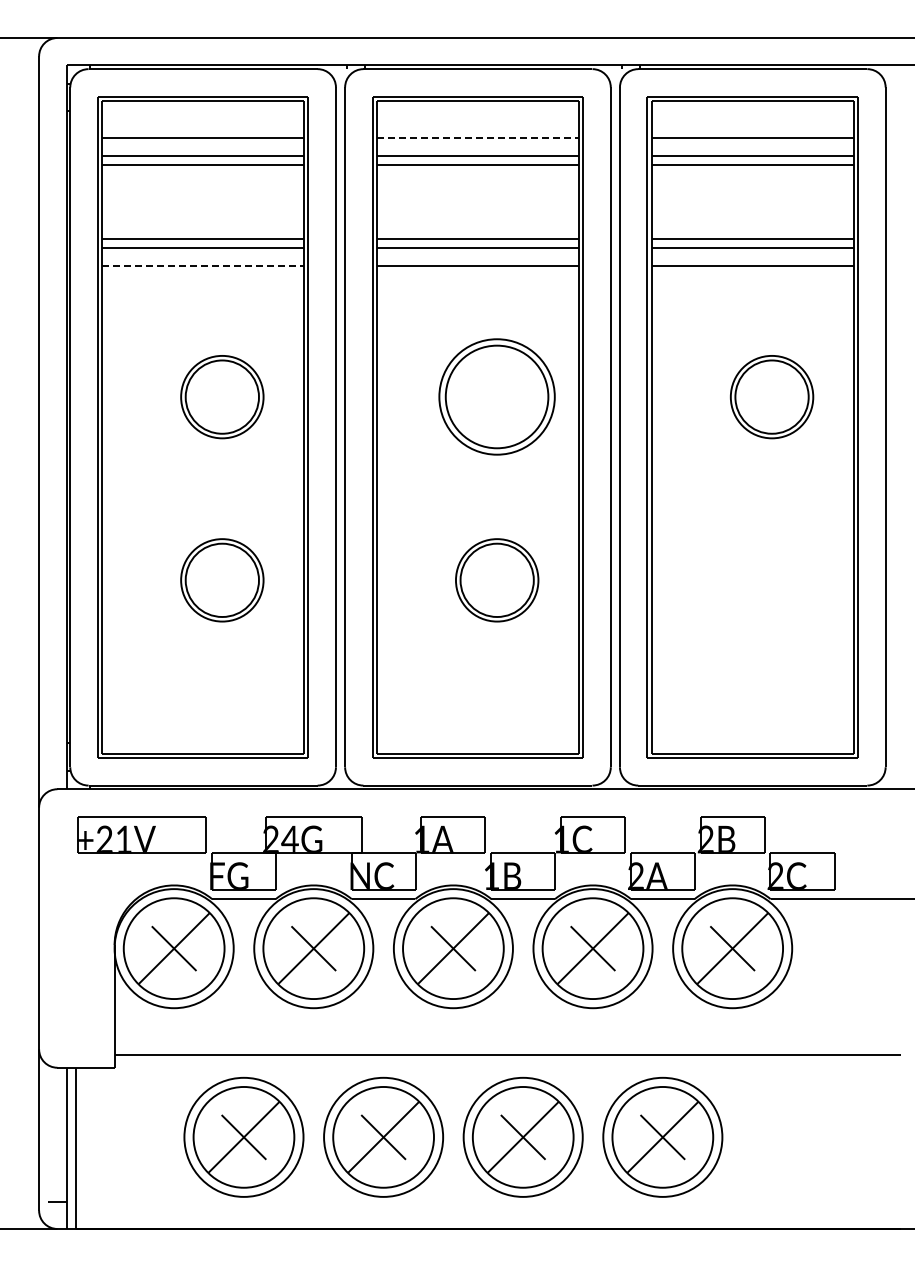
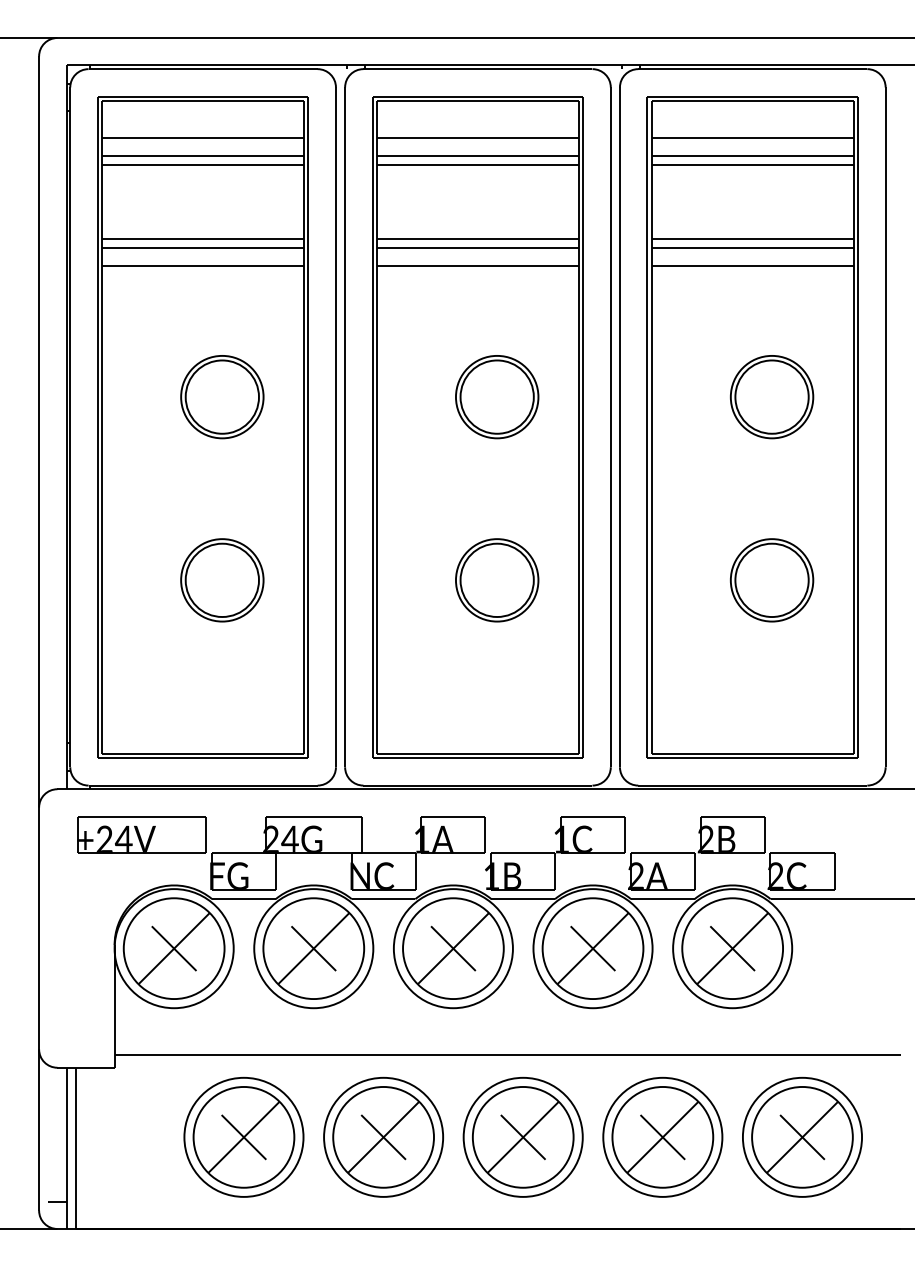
line at (477, 137): dashed -> solid
line at (203, 266): dashed -> solid
part at (496, 396) size: 118x118 px -> 85x85 px
part at (771, 580): none -> present
text at (123, 838): +21V -> +24V
part at (802, 1136): none -> present
